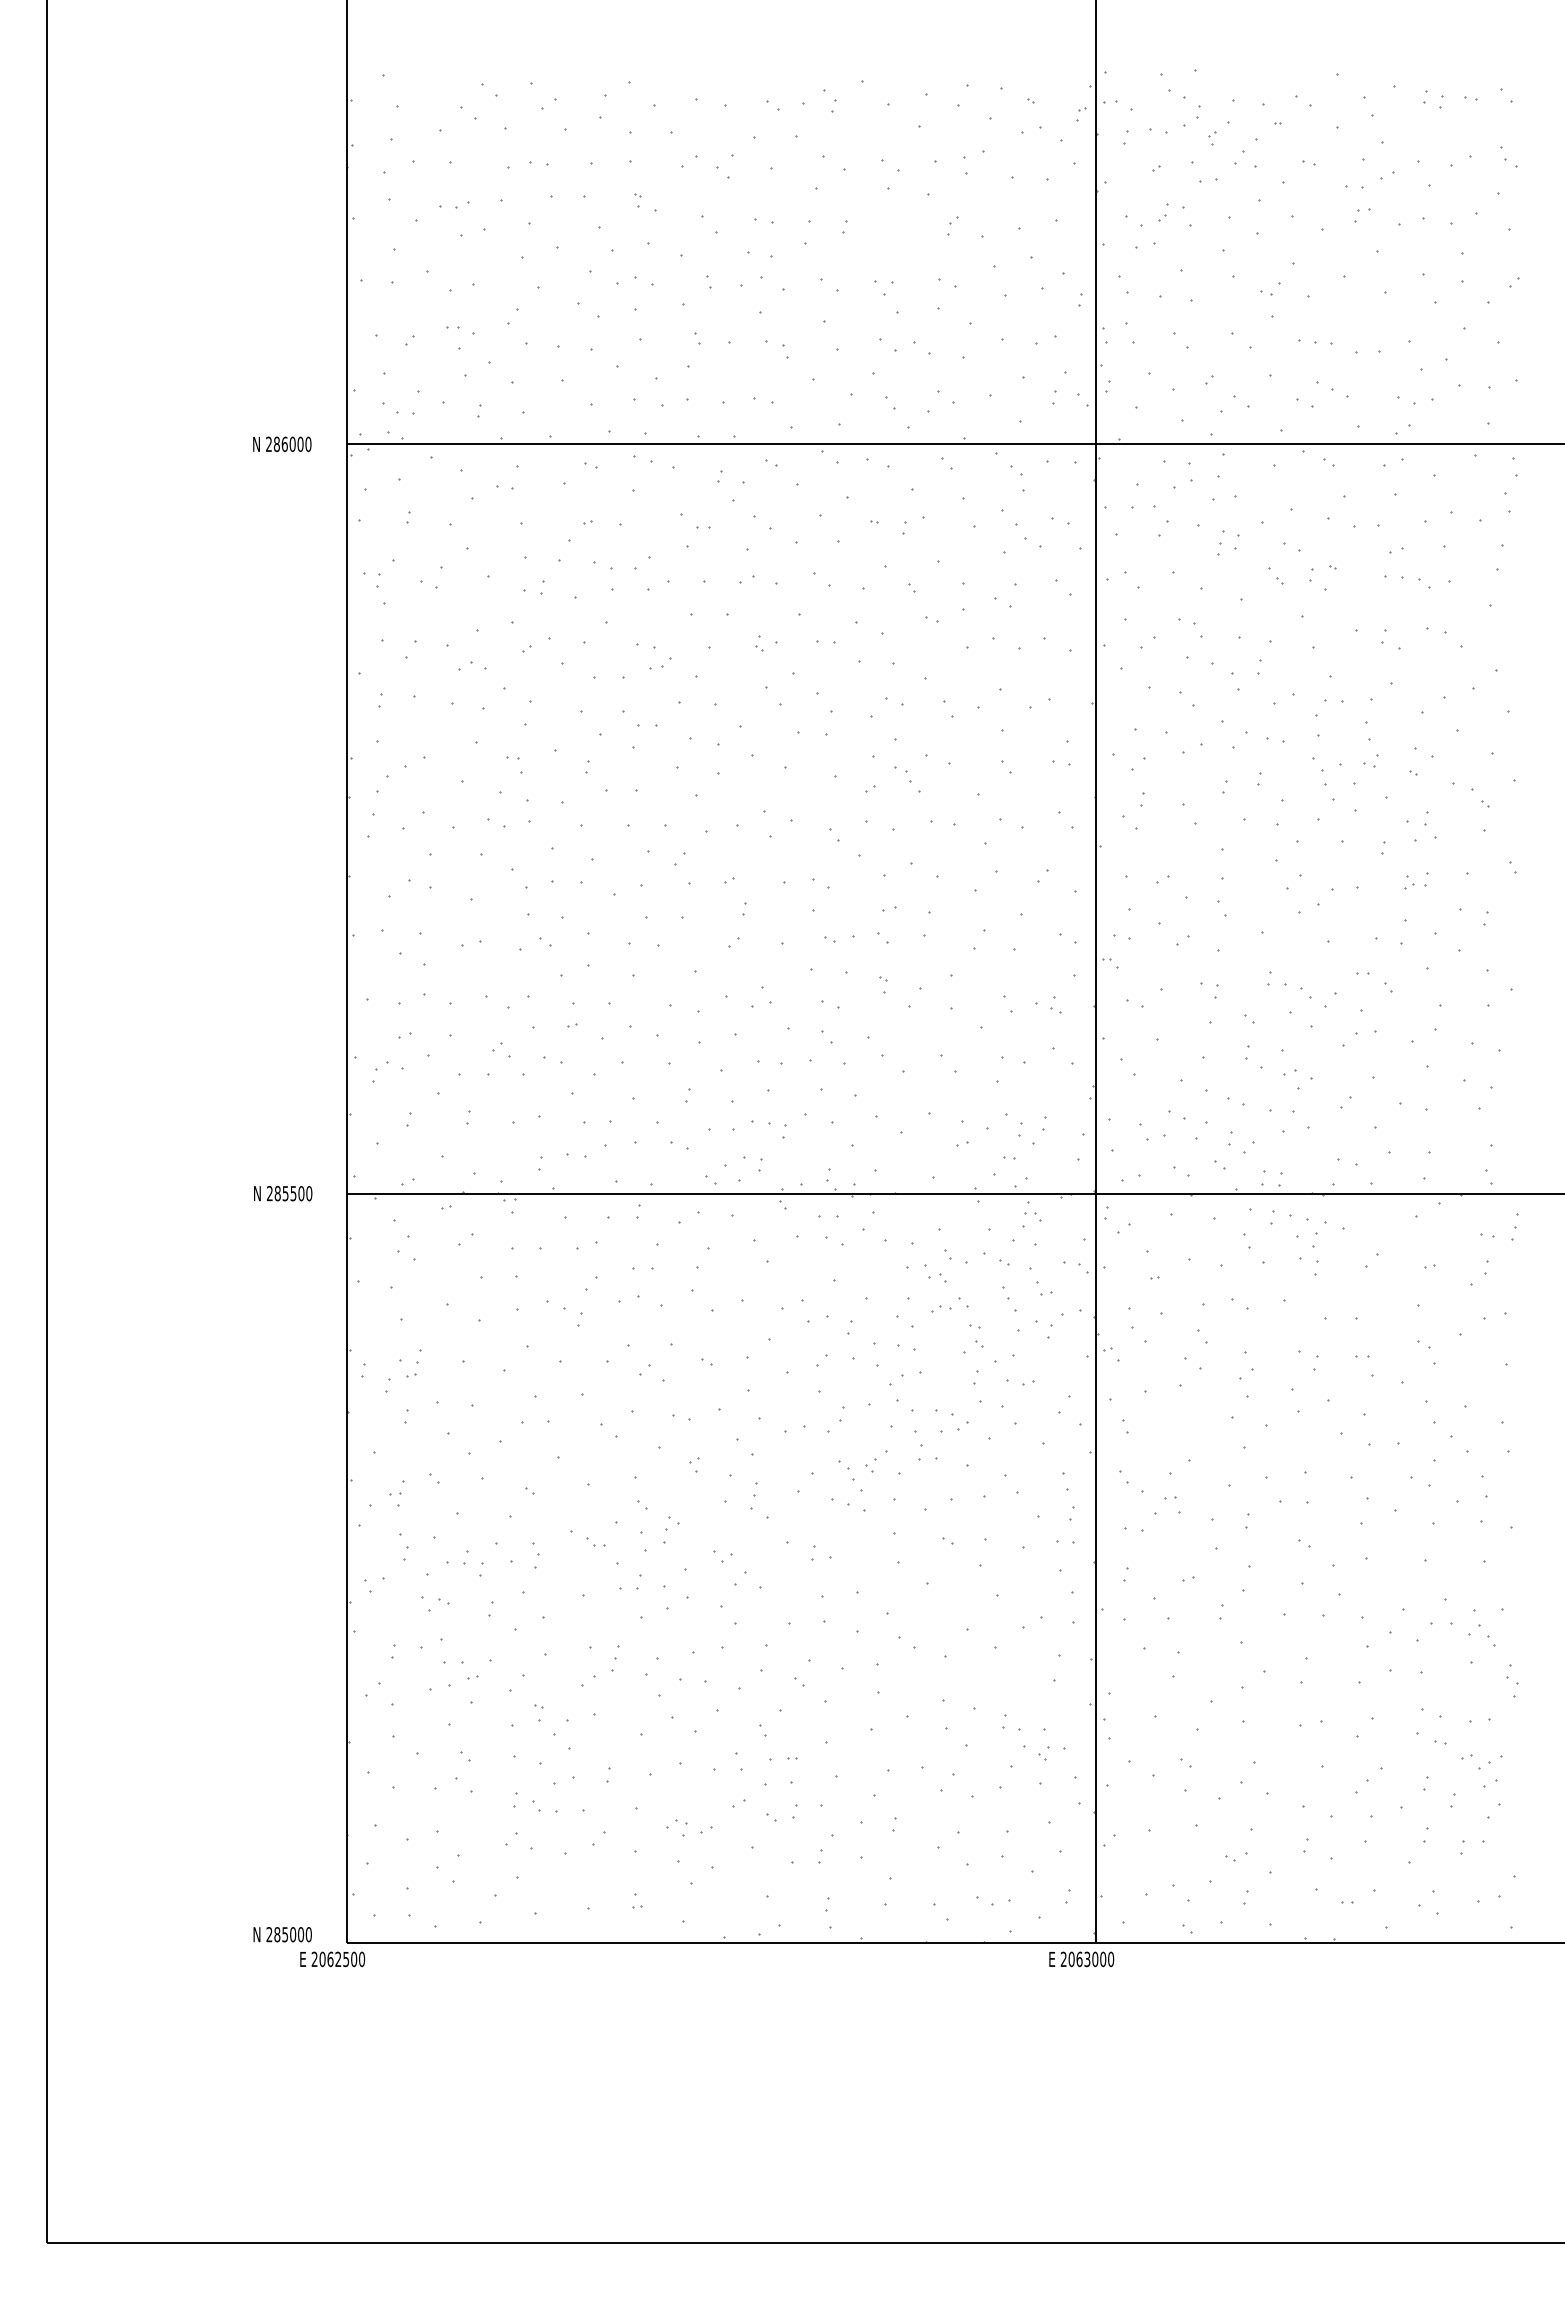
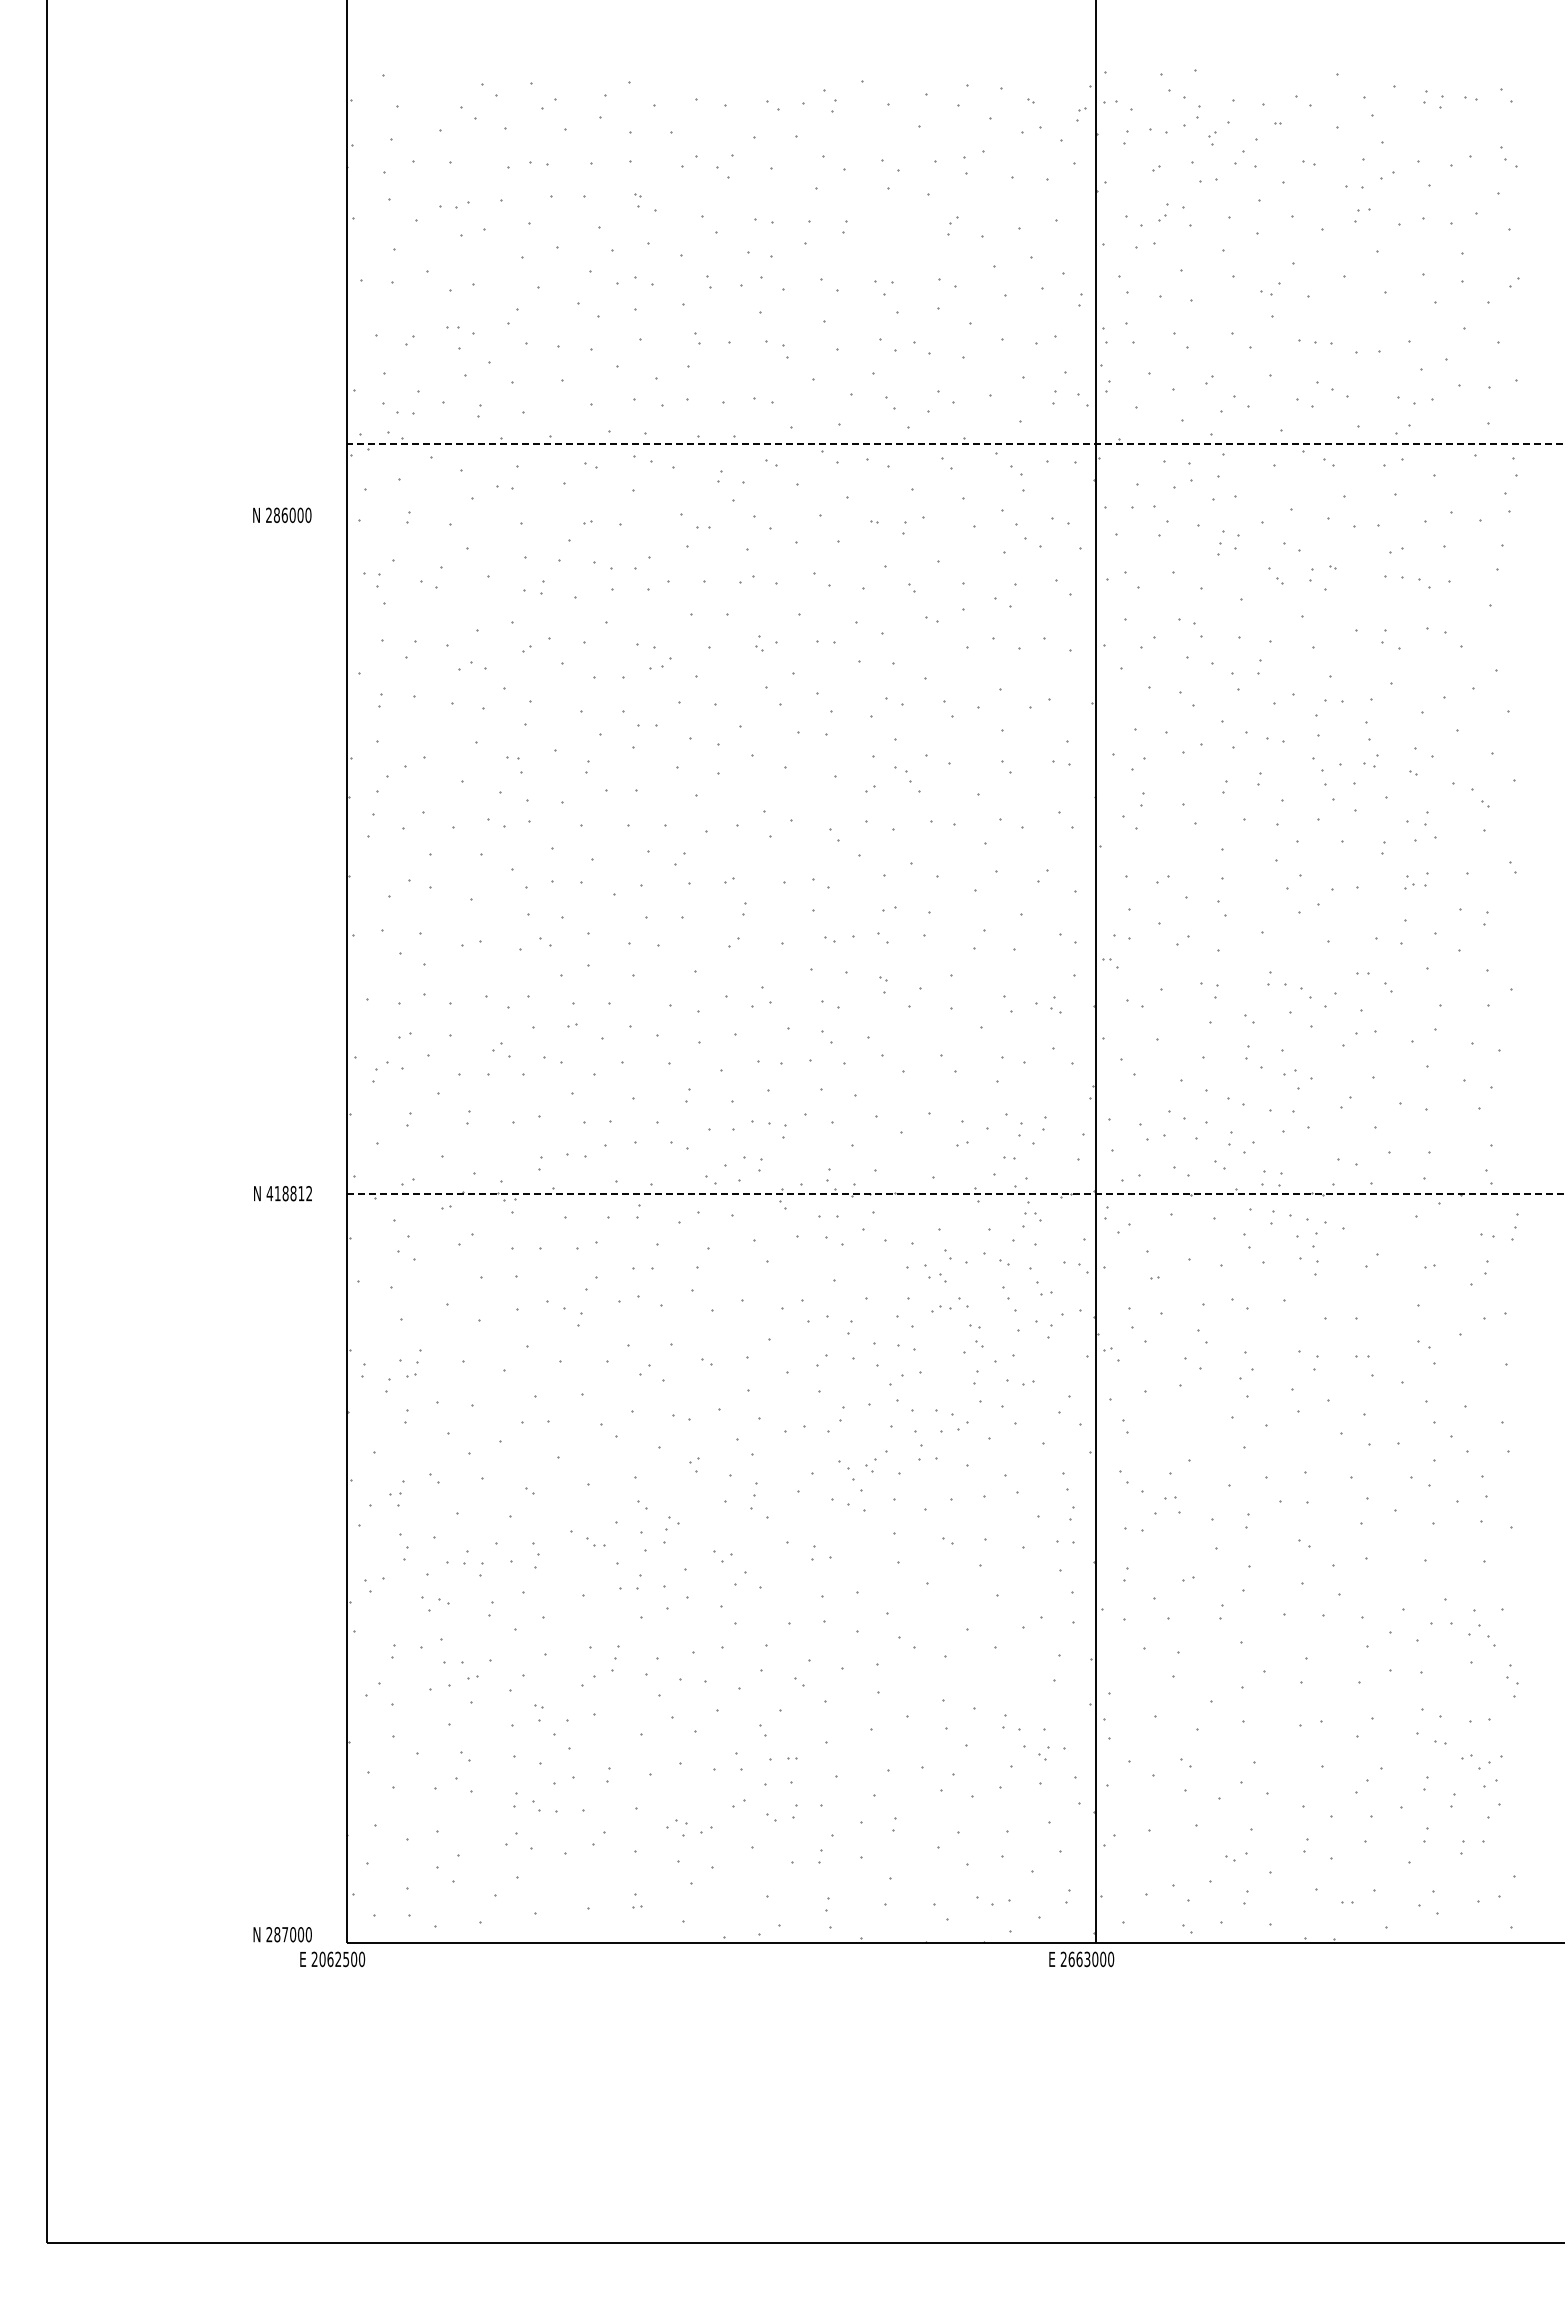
text at (282, 443) position: (282, 443) -> (282, 514)
line at (955, 444): solid -> dashed
text at (289, 1193): 285500 -> 418812
line at (955, 1193): solid -> dashed
text at (285, 1934): 285000 -> 287000
text at (1071, 1958): 2063000 -> 2663000
